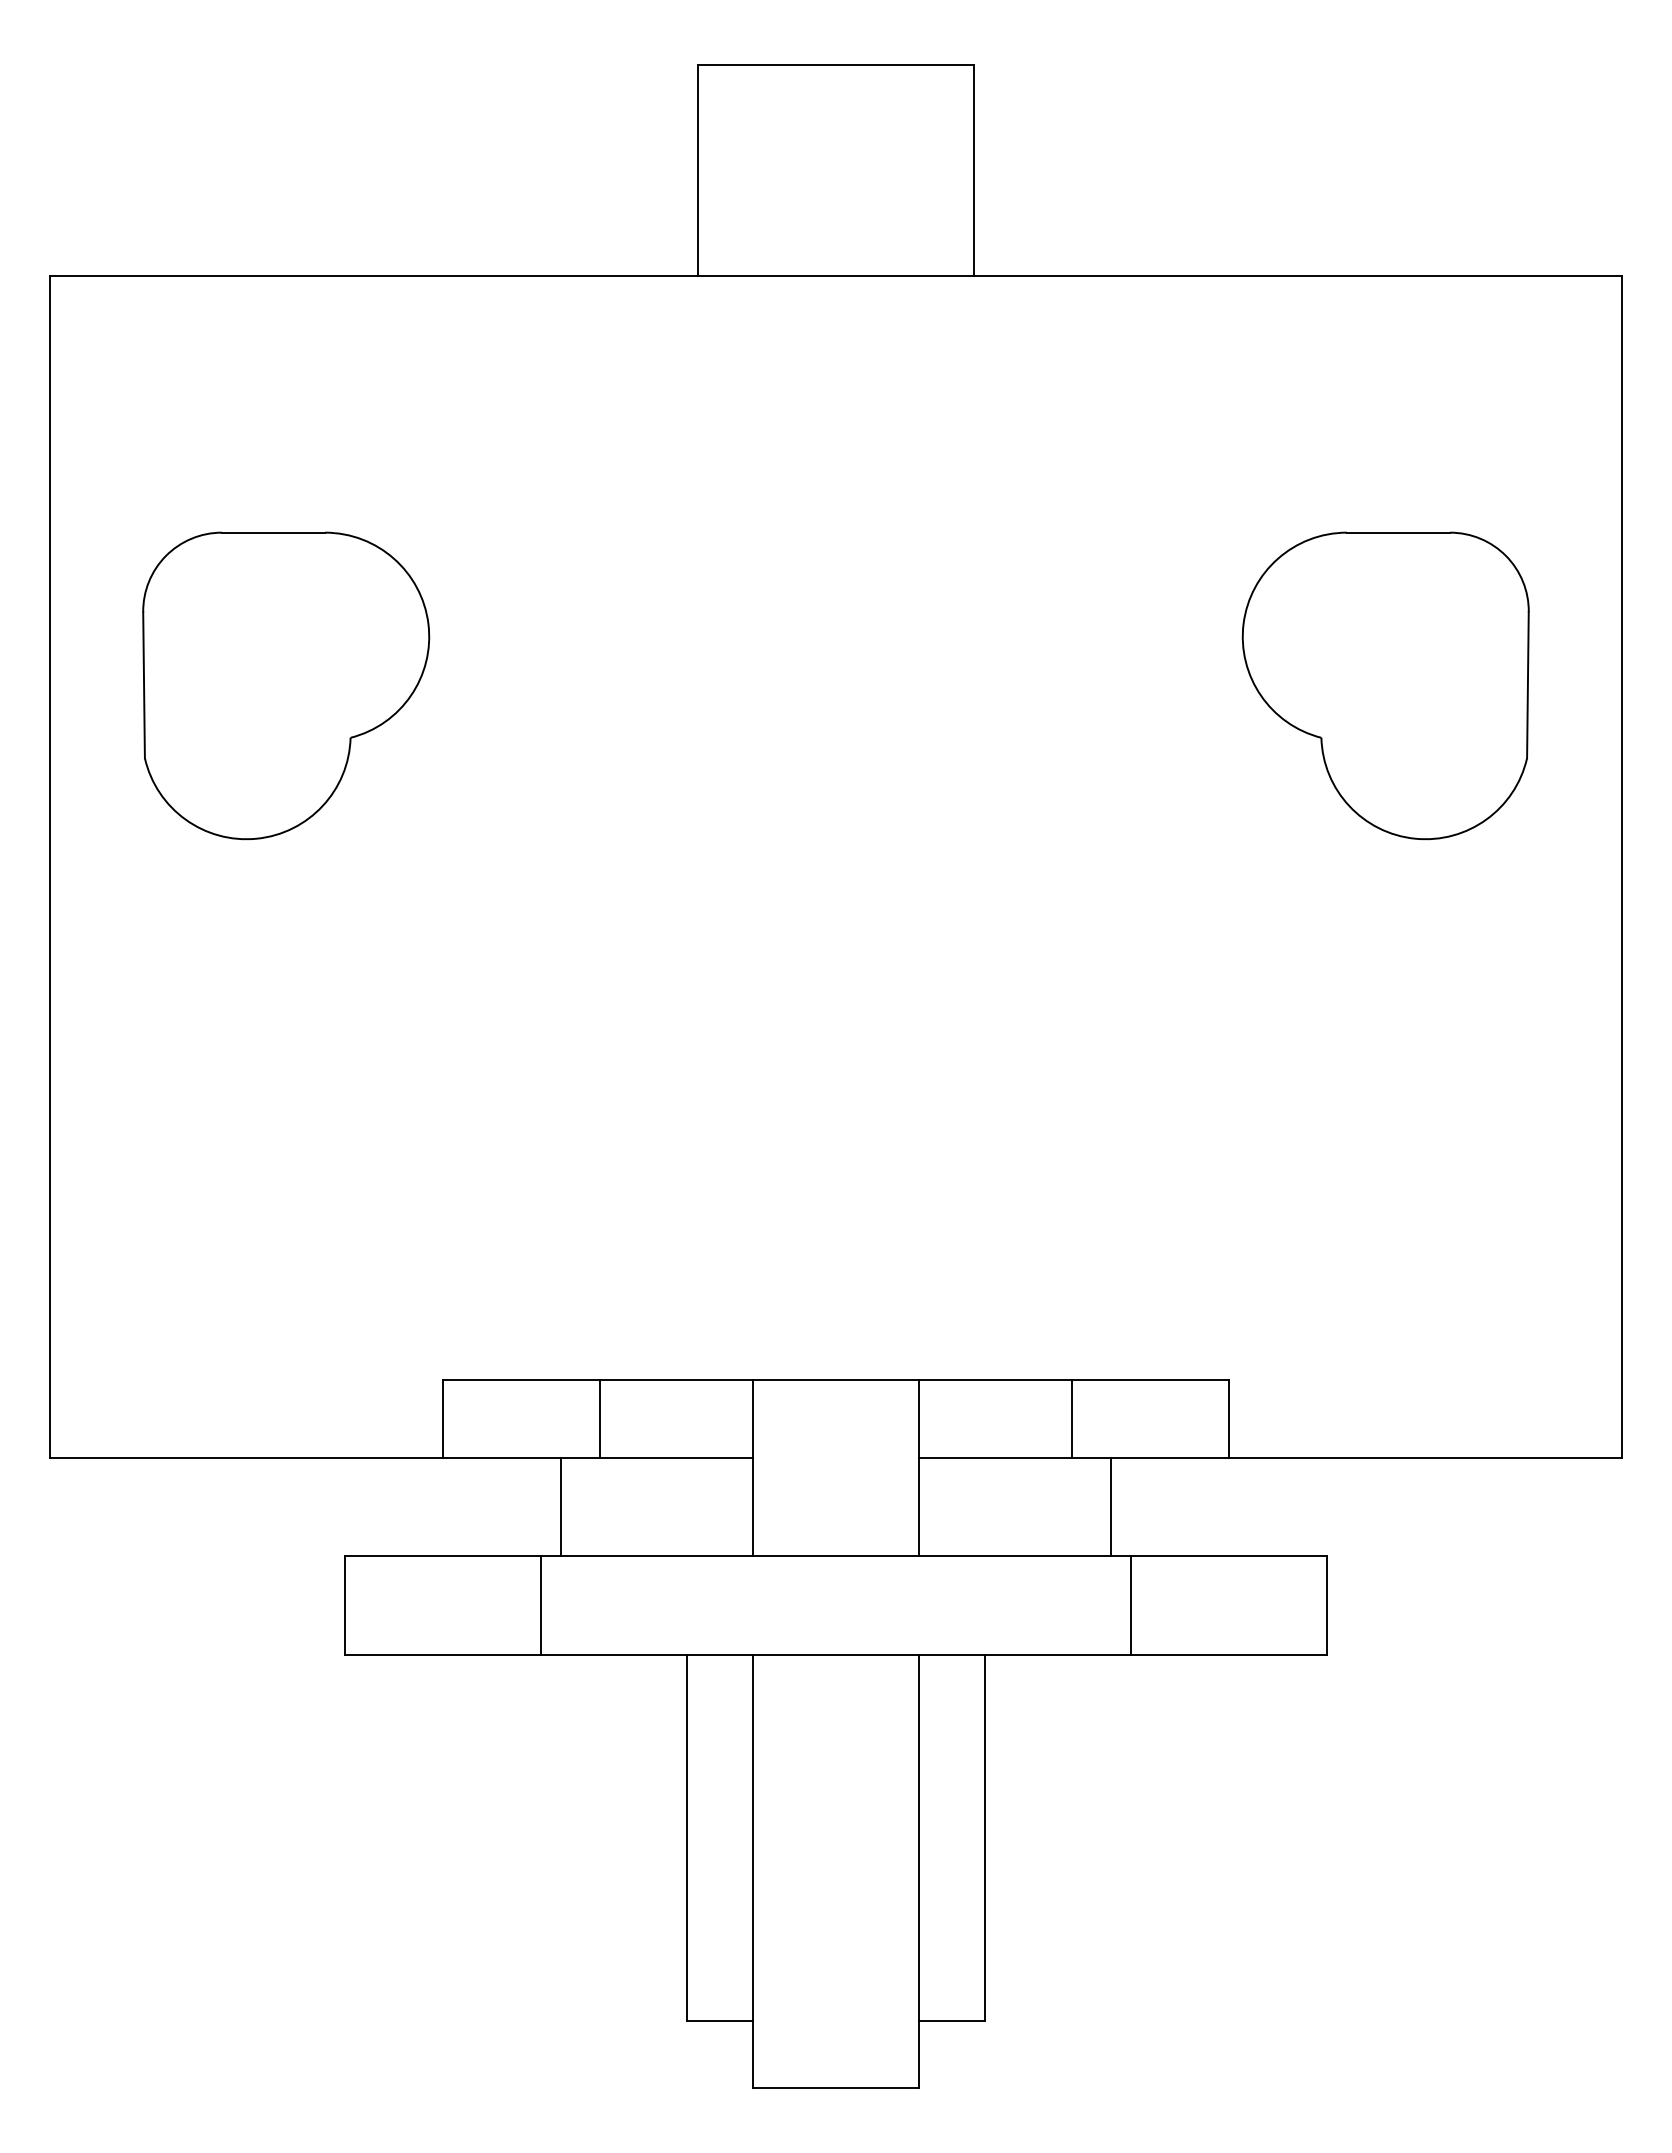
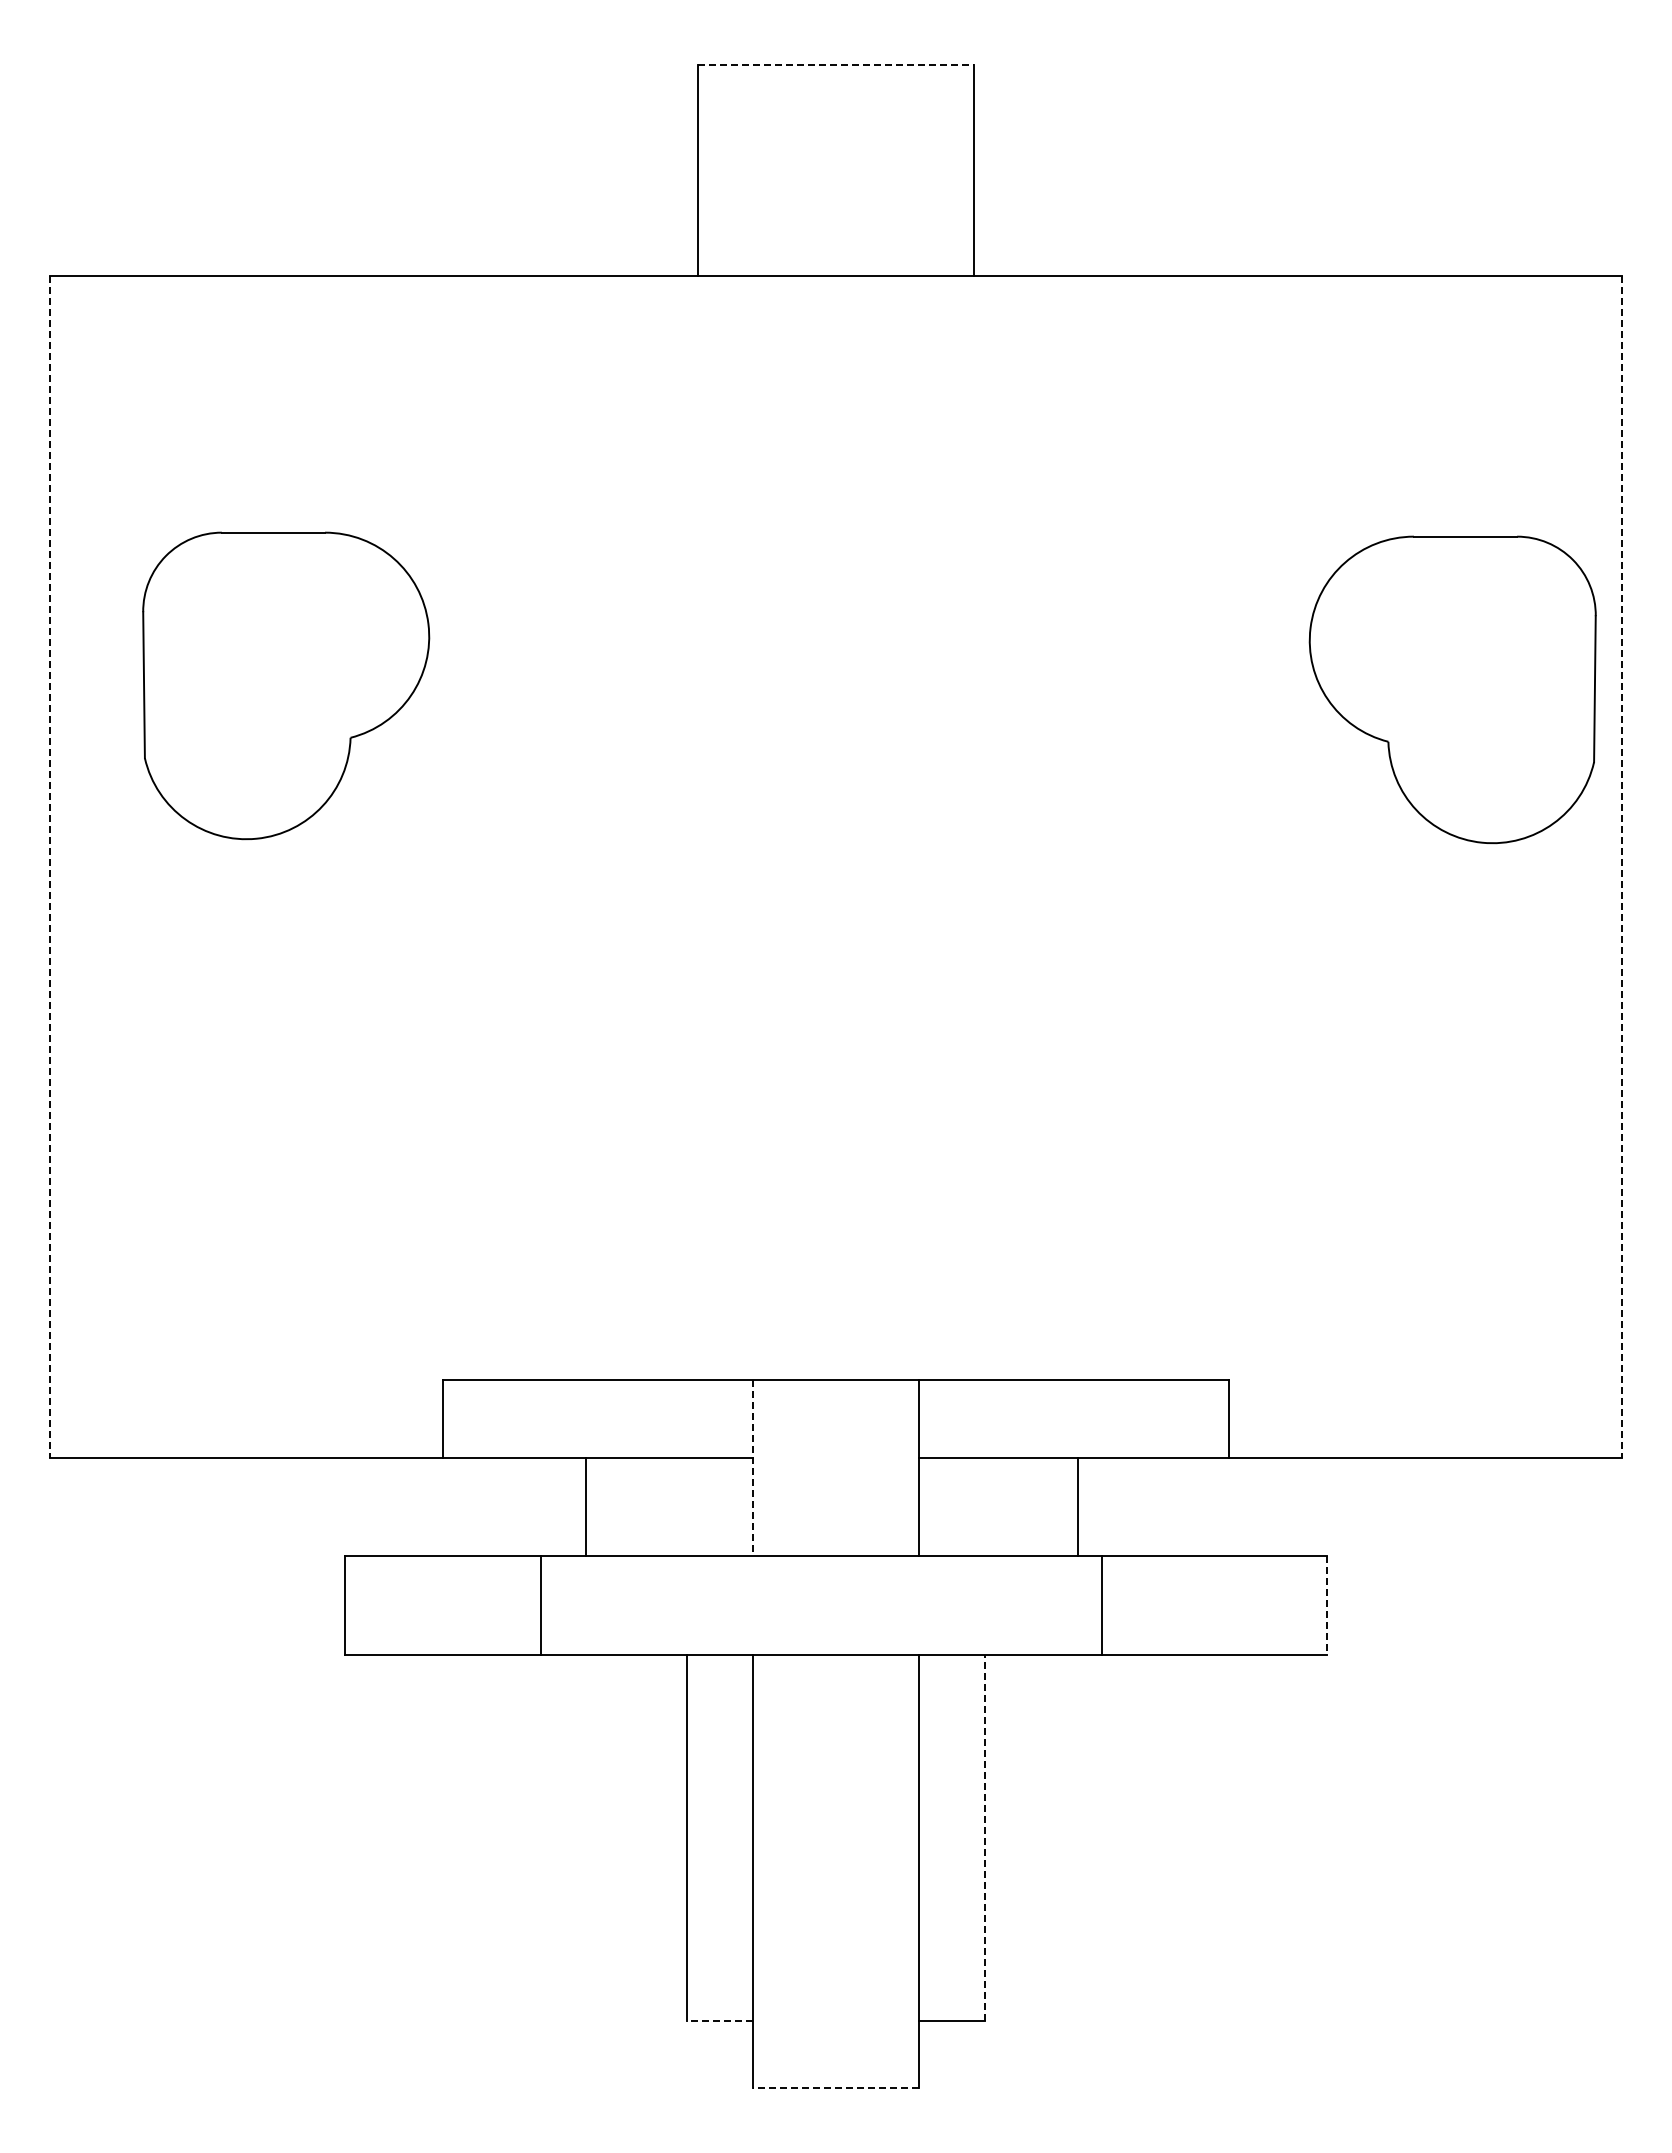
line at (836, 64): solid -> dashed
part at (1385, 685) position: (1385, 685) -> (1452, 689)
line at (49, 867): solid -> dashed
line at (1622, 867): solid -> dashed
line at (600, 1418): present -> none
line at (1071, 1418): present -> none
line at (753, 1468): solid -> dashed
line at (561, 1507) position: (561, 1507) -> (586, 1507)
line at (1110, 1507) position: (1110, 1507) -> (1077, 1507)
line at (1130, 1605) position: (1130, 1605) -> (1101, 1605)
line at (1327, 1606): solid -> dashed
line at (985, 1837): solid -> dashed
line at (719, 2021): solid -> dashed
line at (836, 2088): solid -> dashed
